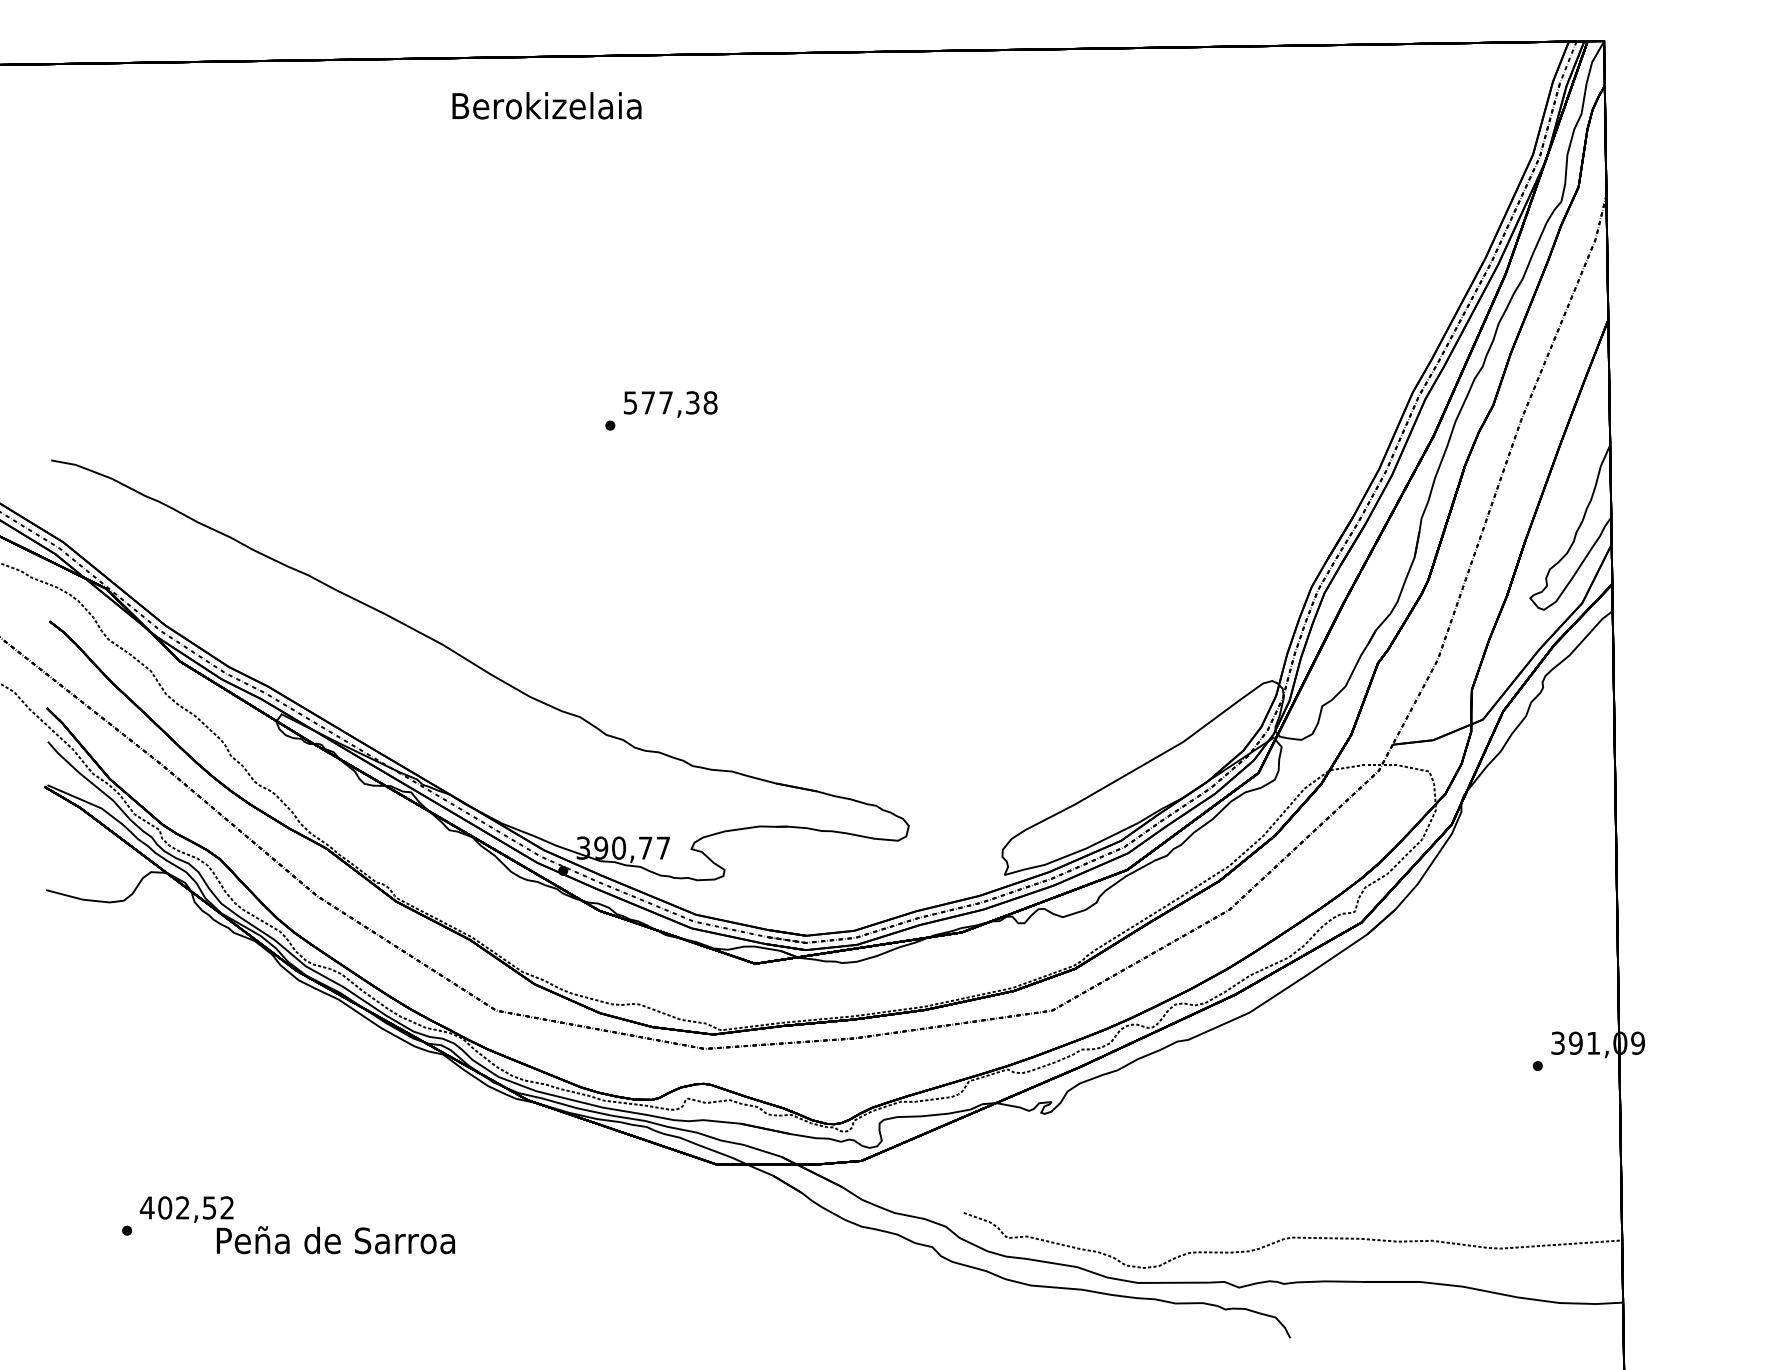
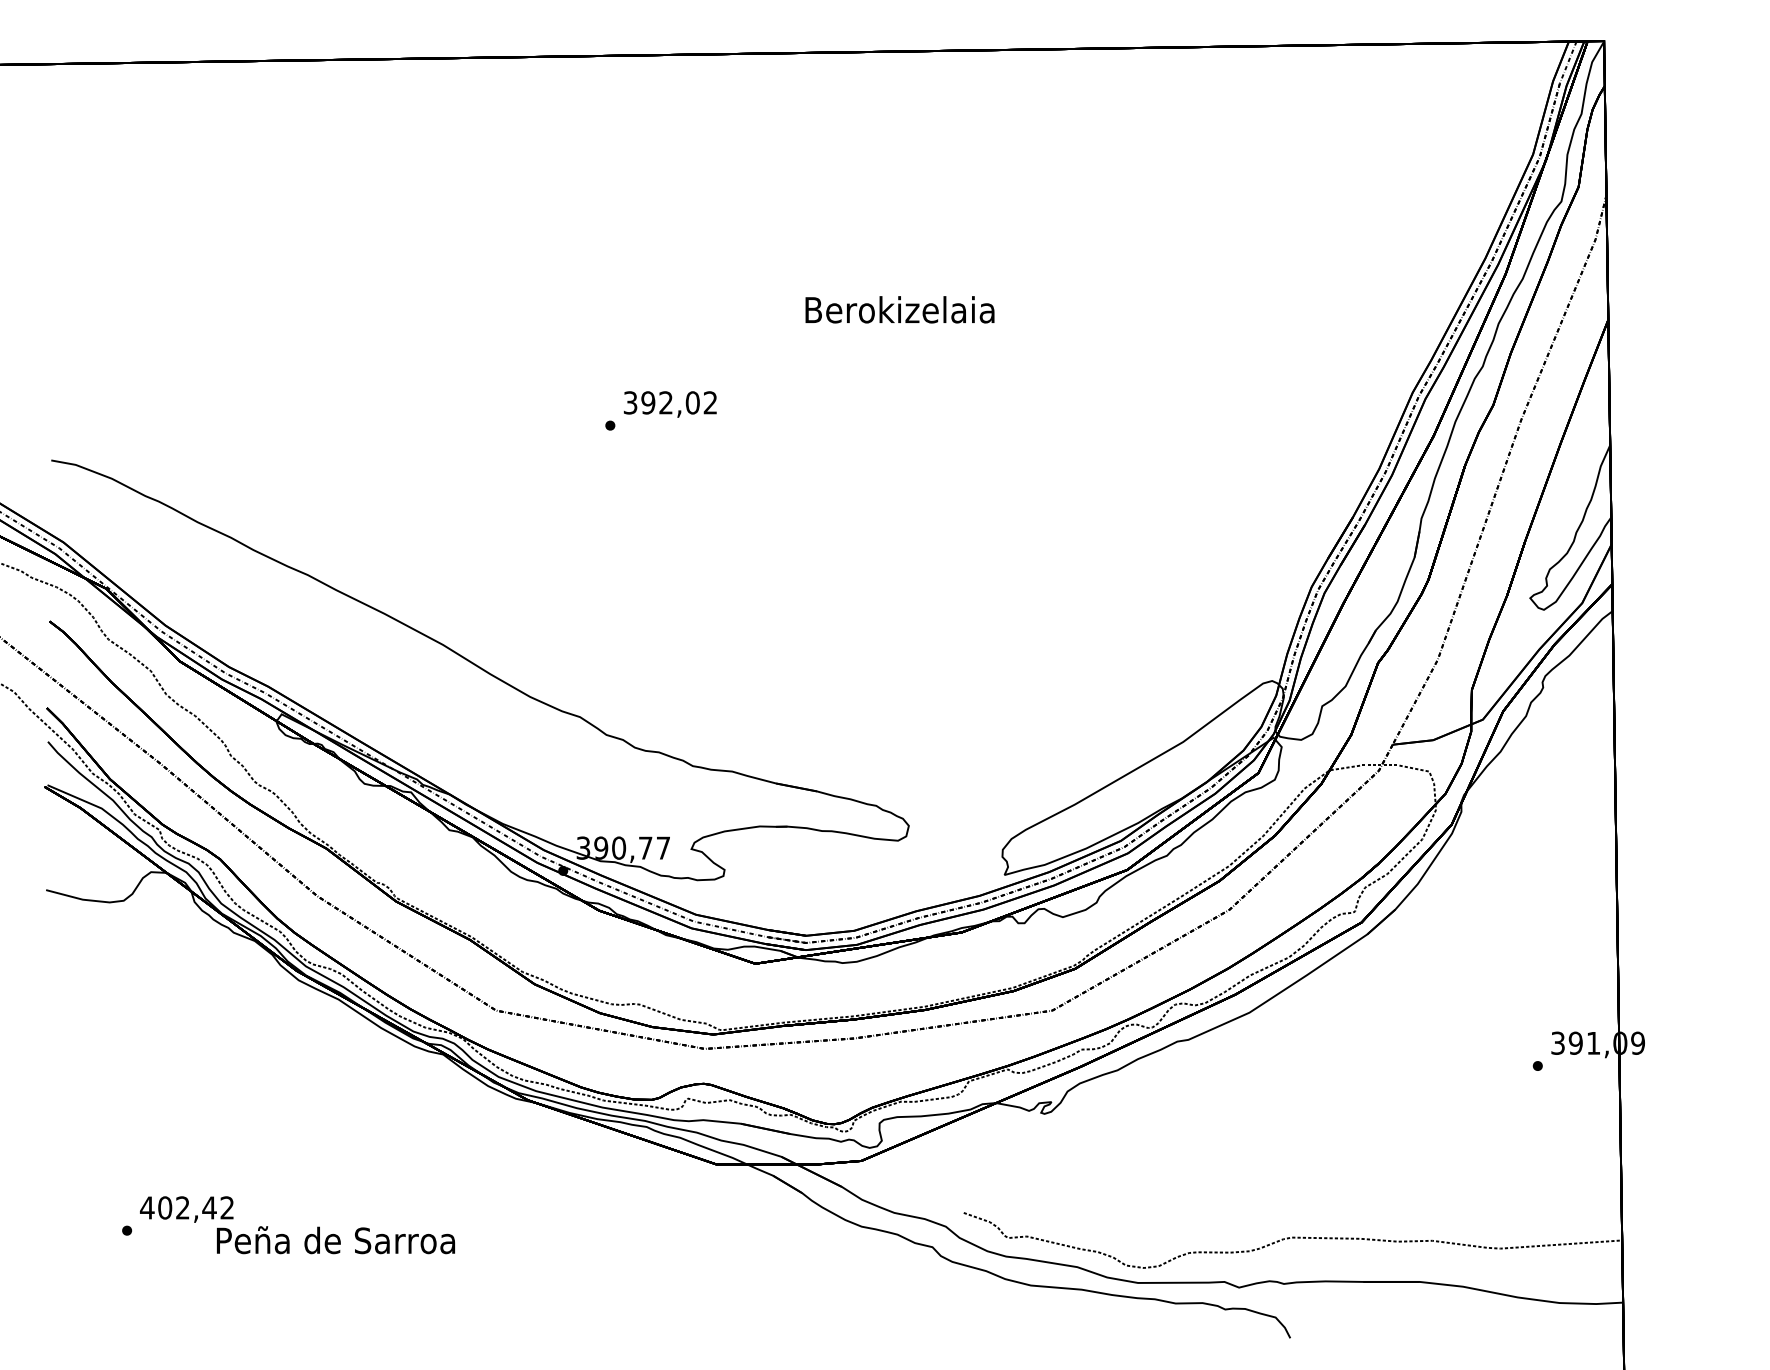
text at (546, 105) position: (546, 105) -> (899, 309)
text at (670, 402): 577,38 -> 392,02
text at (209, 1207): 402,52 -> 402,42
